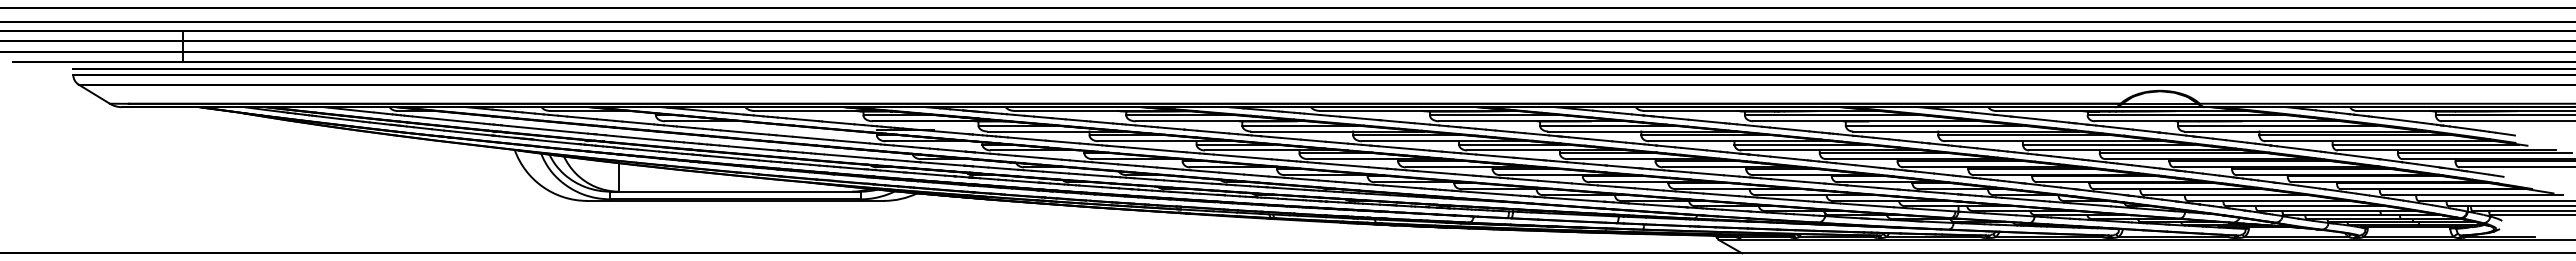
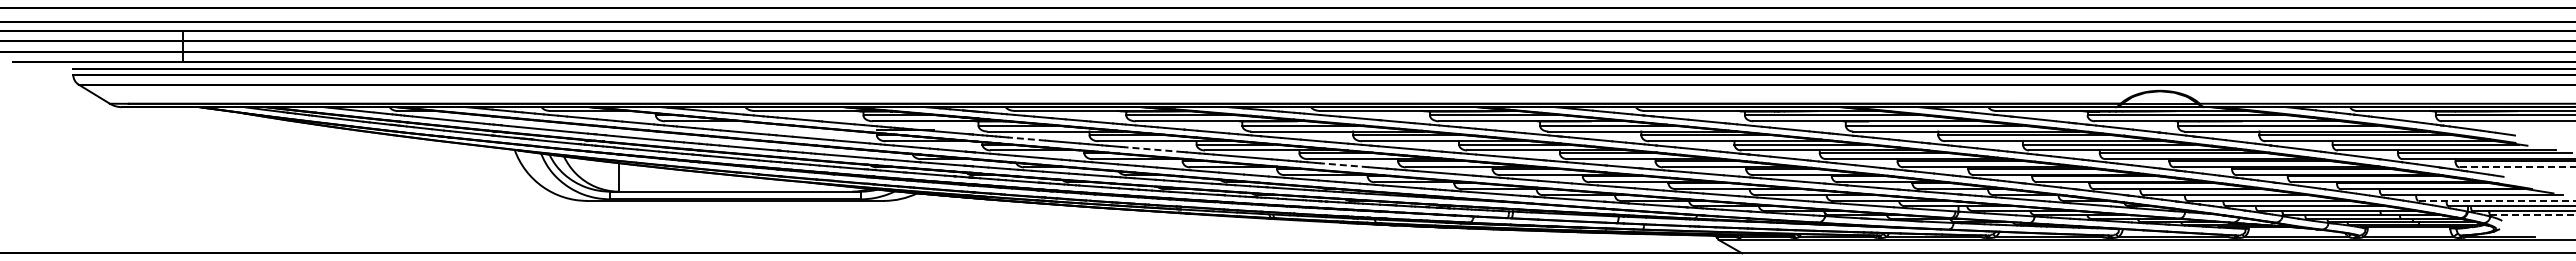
line at (1026, 139): solid -> dashed
line at (1153, 149): solid -> dashed
line at (1344, 165): solid -> dashed
line at (2517, 167): solid -> dashed
line at (2497, 200): solid -> dashed
line at (2533, 215): solid -> dashed
